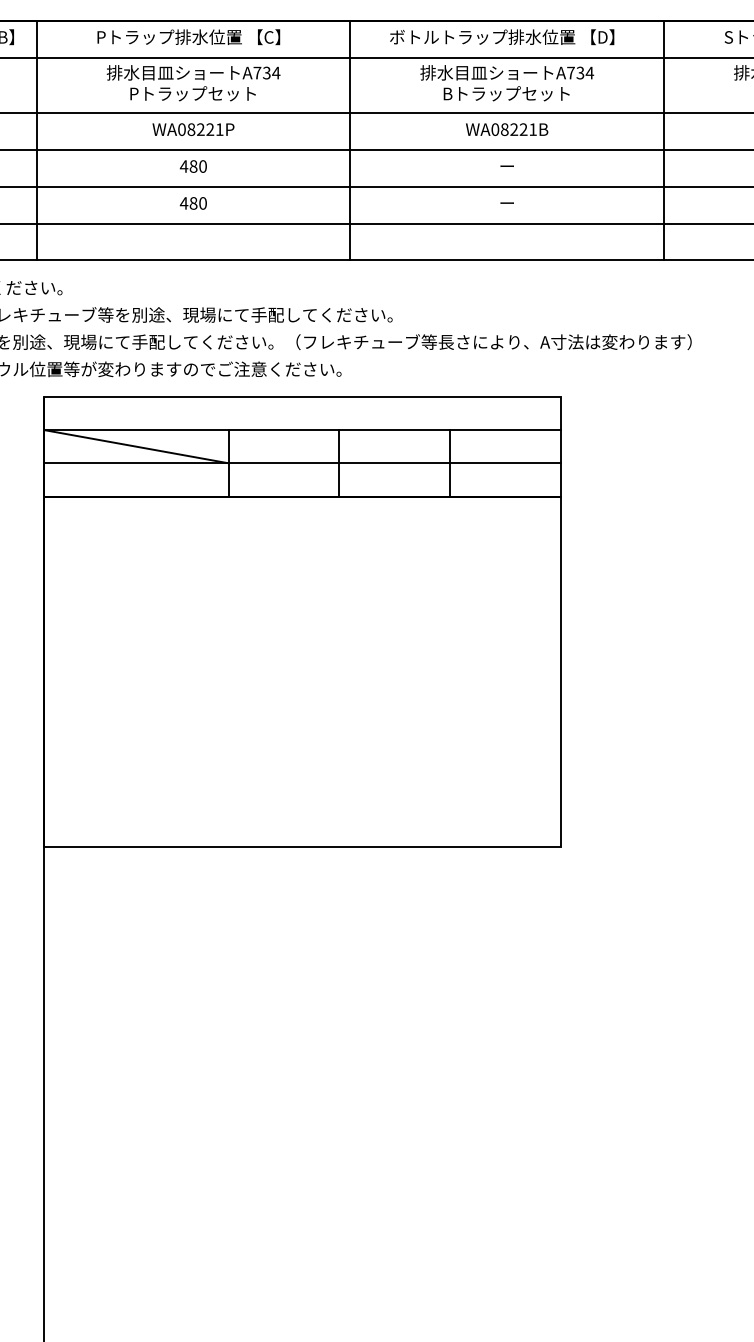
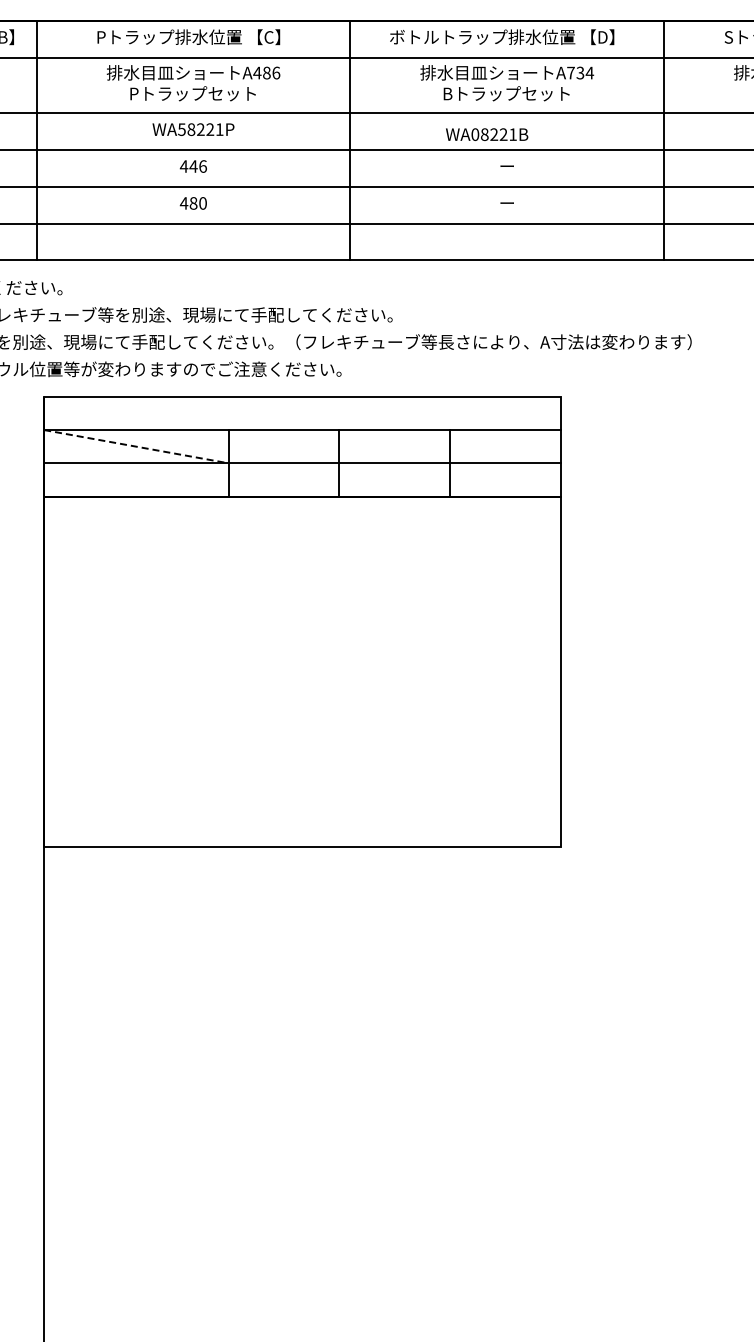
text at (266, 72): A734 -> A486
text at (181, 129): WA08221P -> WA58221P
text at (507, 129) position: (507, 129) -> (487, 134)
text at (197, 166): 480 -> 446
line at (136, 446): solid -> dashed
